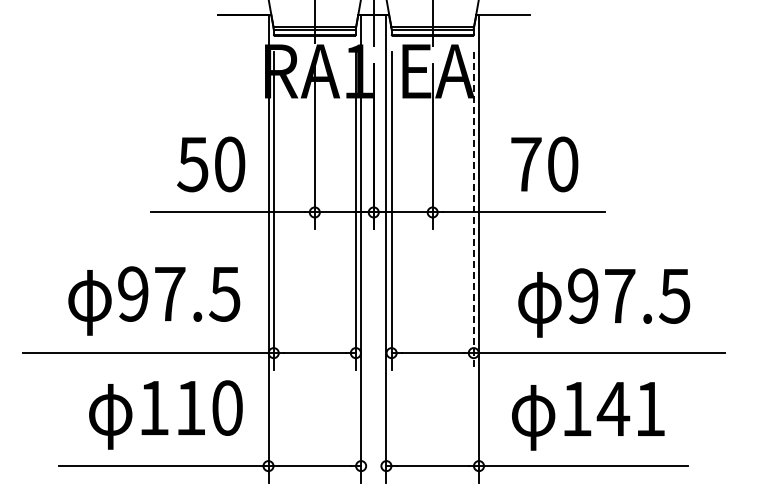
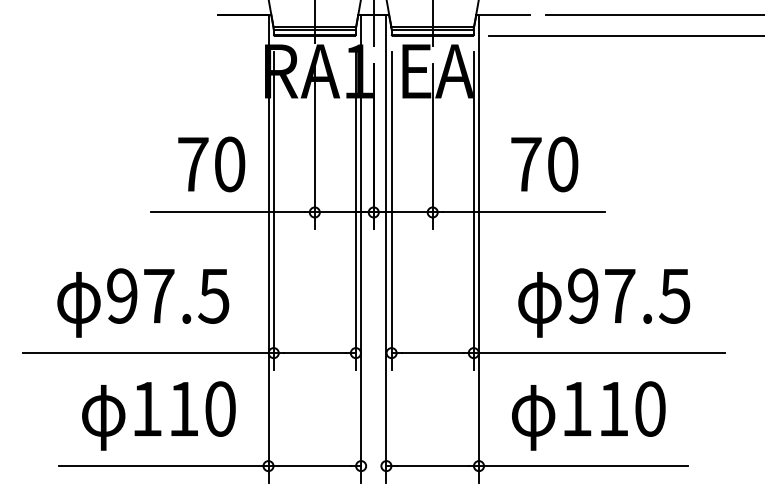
line at (653, 15): none -> present
line at (625, 35): none -> present
text at (192, 164): 50 -> 70
line at (473, 211): dashed -> solid
text at (154, 300) position: (154, 300) -> (143, 302)
text at (630, 408): 141 -> 110
text at (165, 414) position: (165, 414) -> (158, 415)
